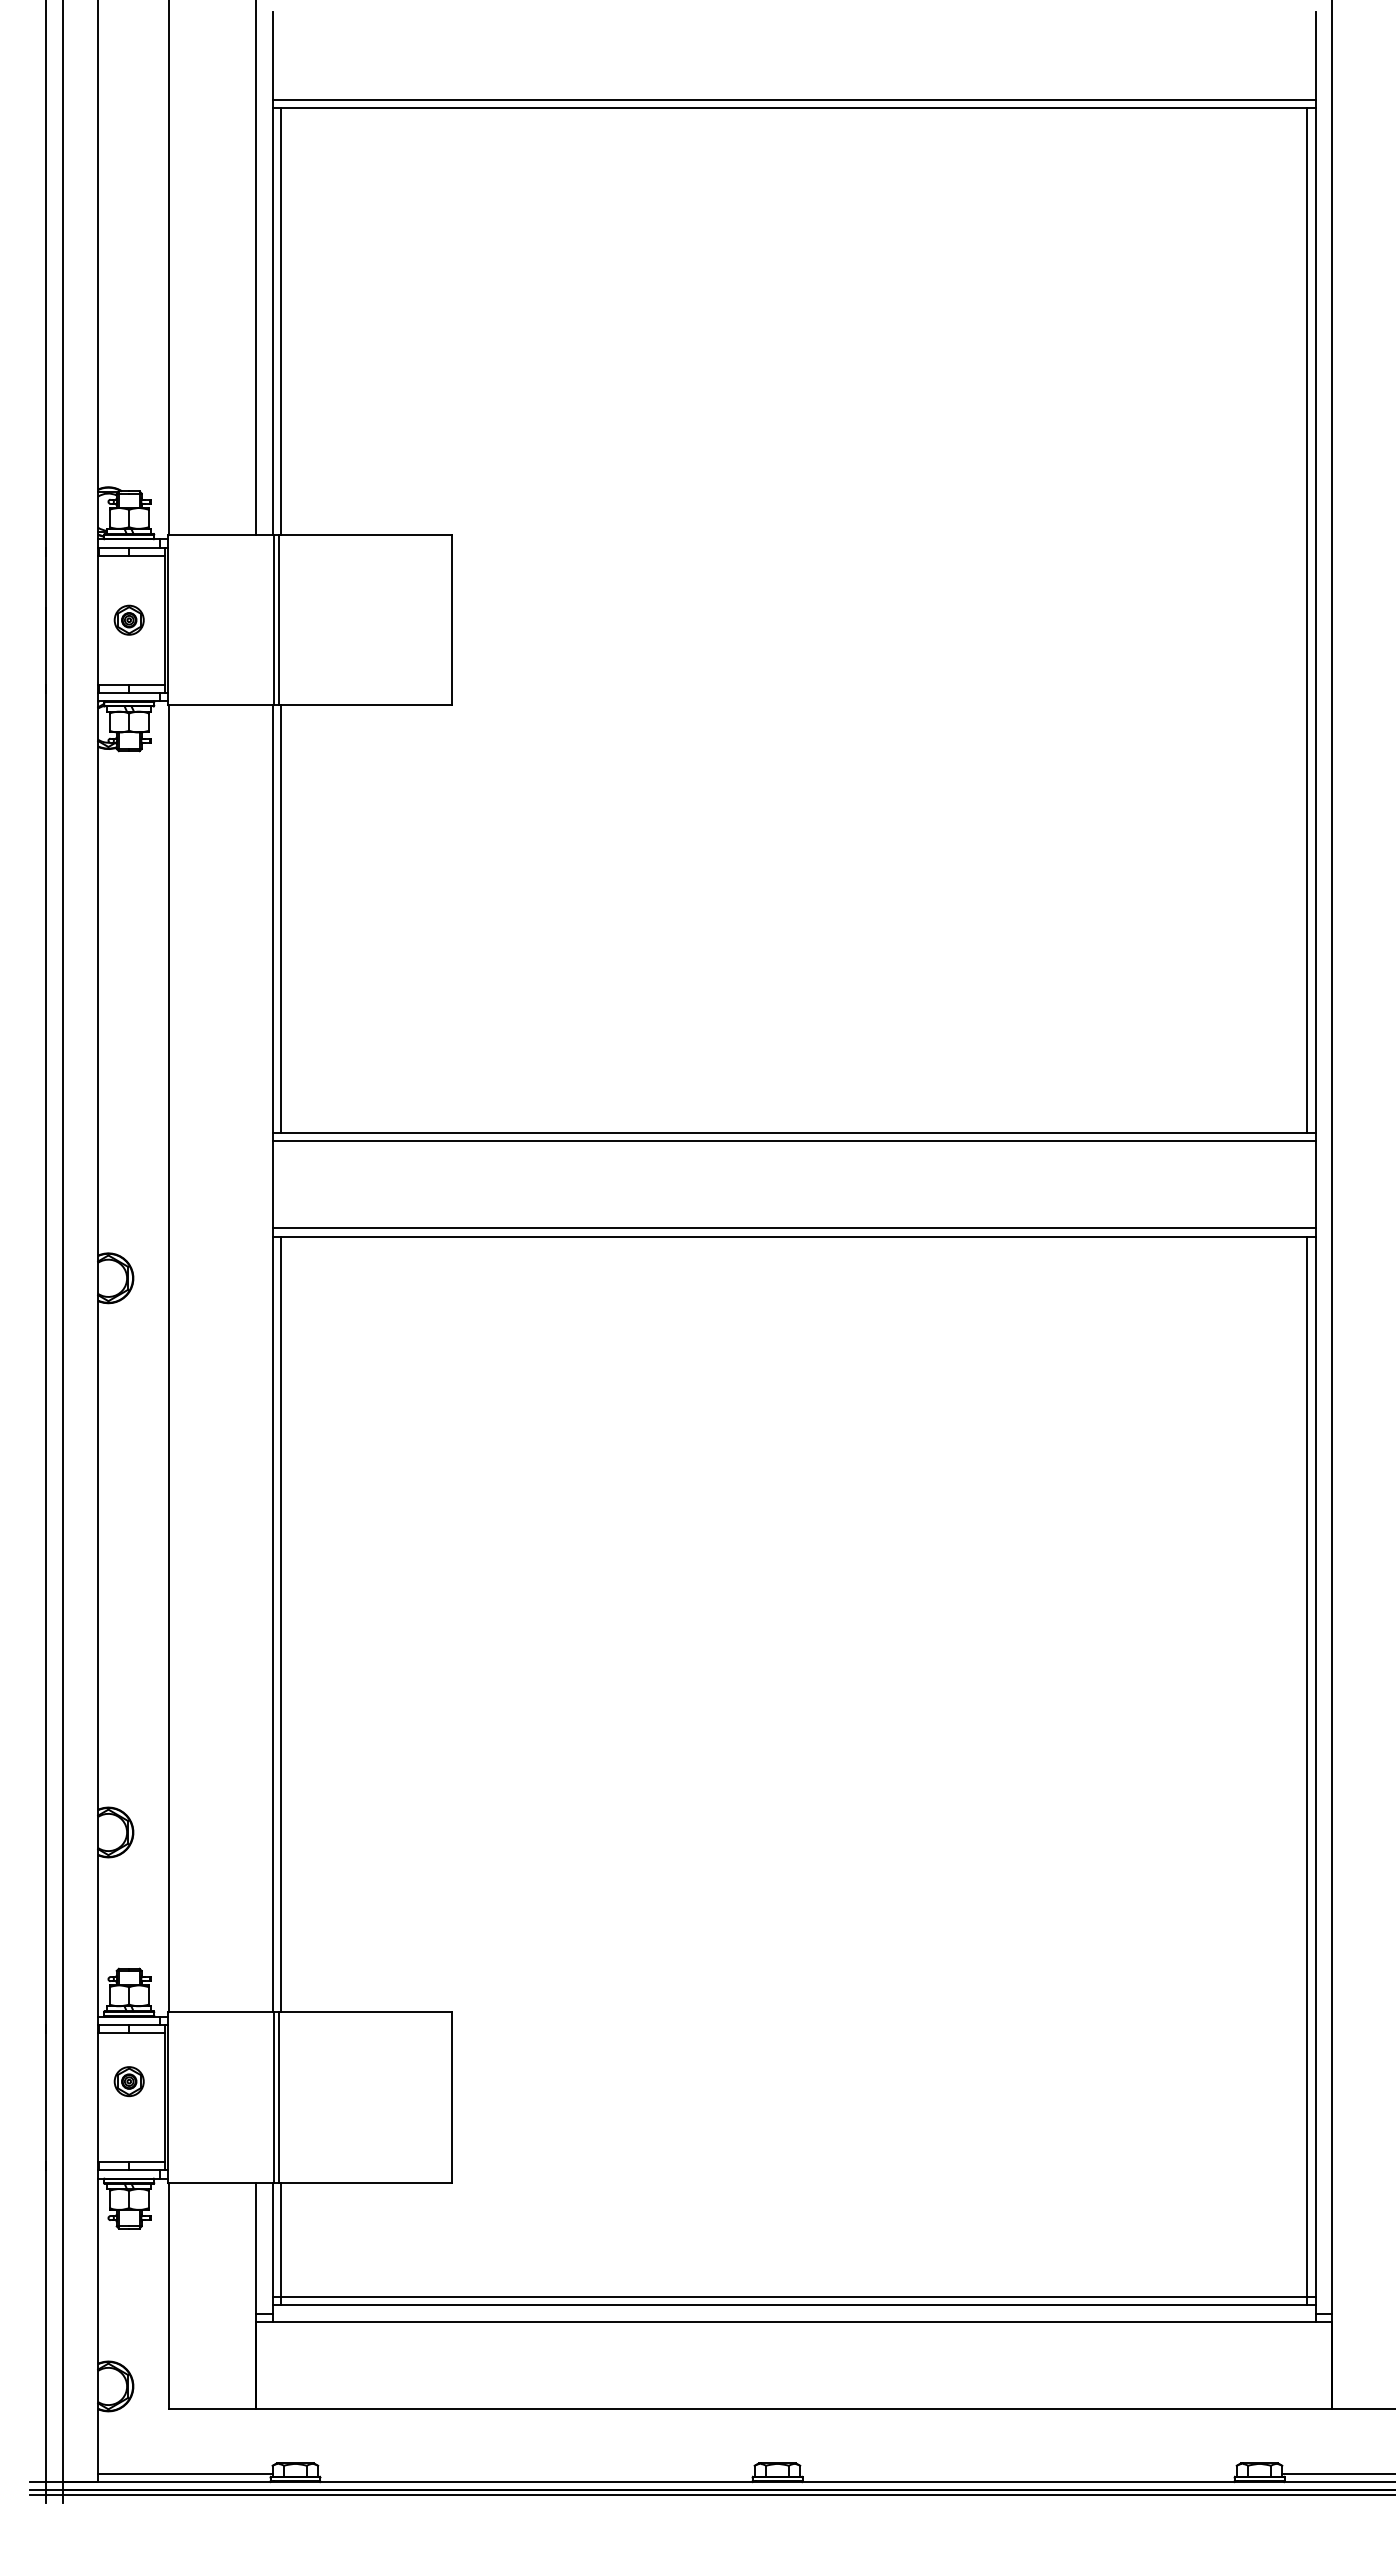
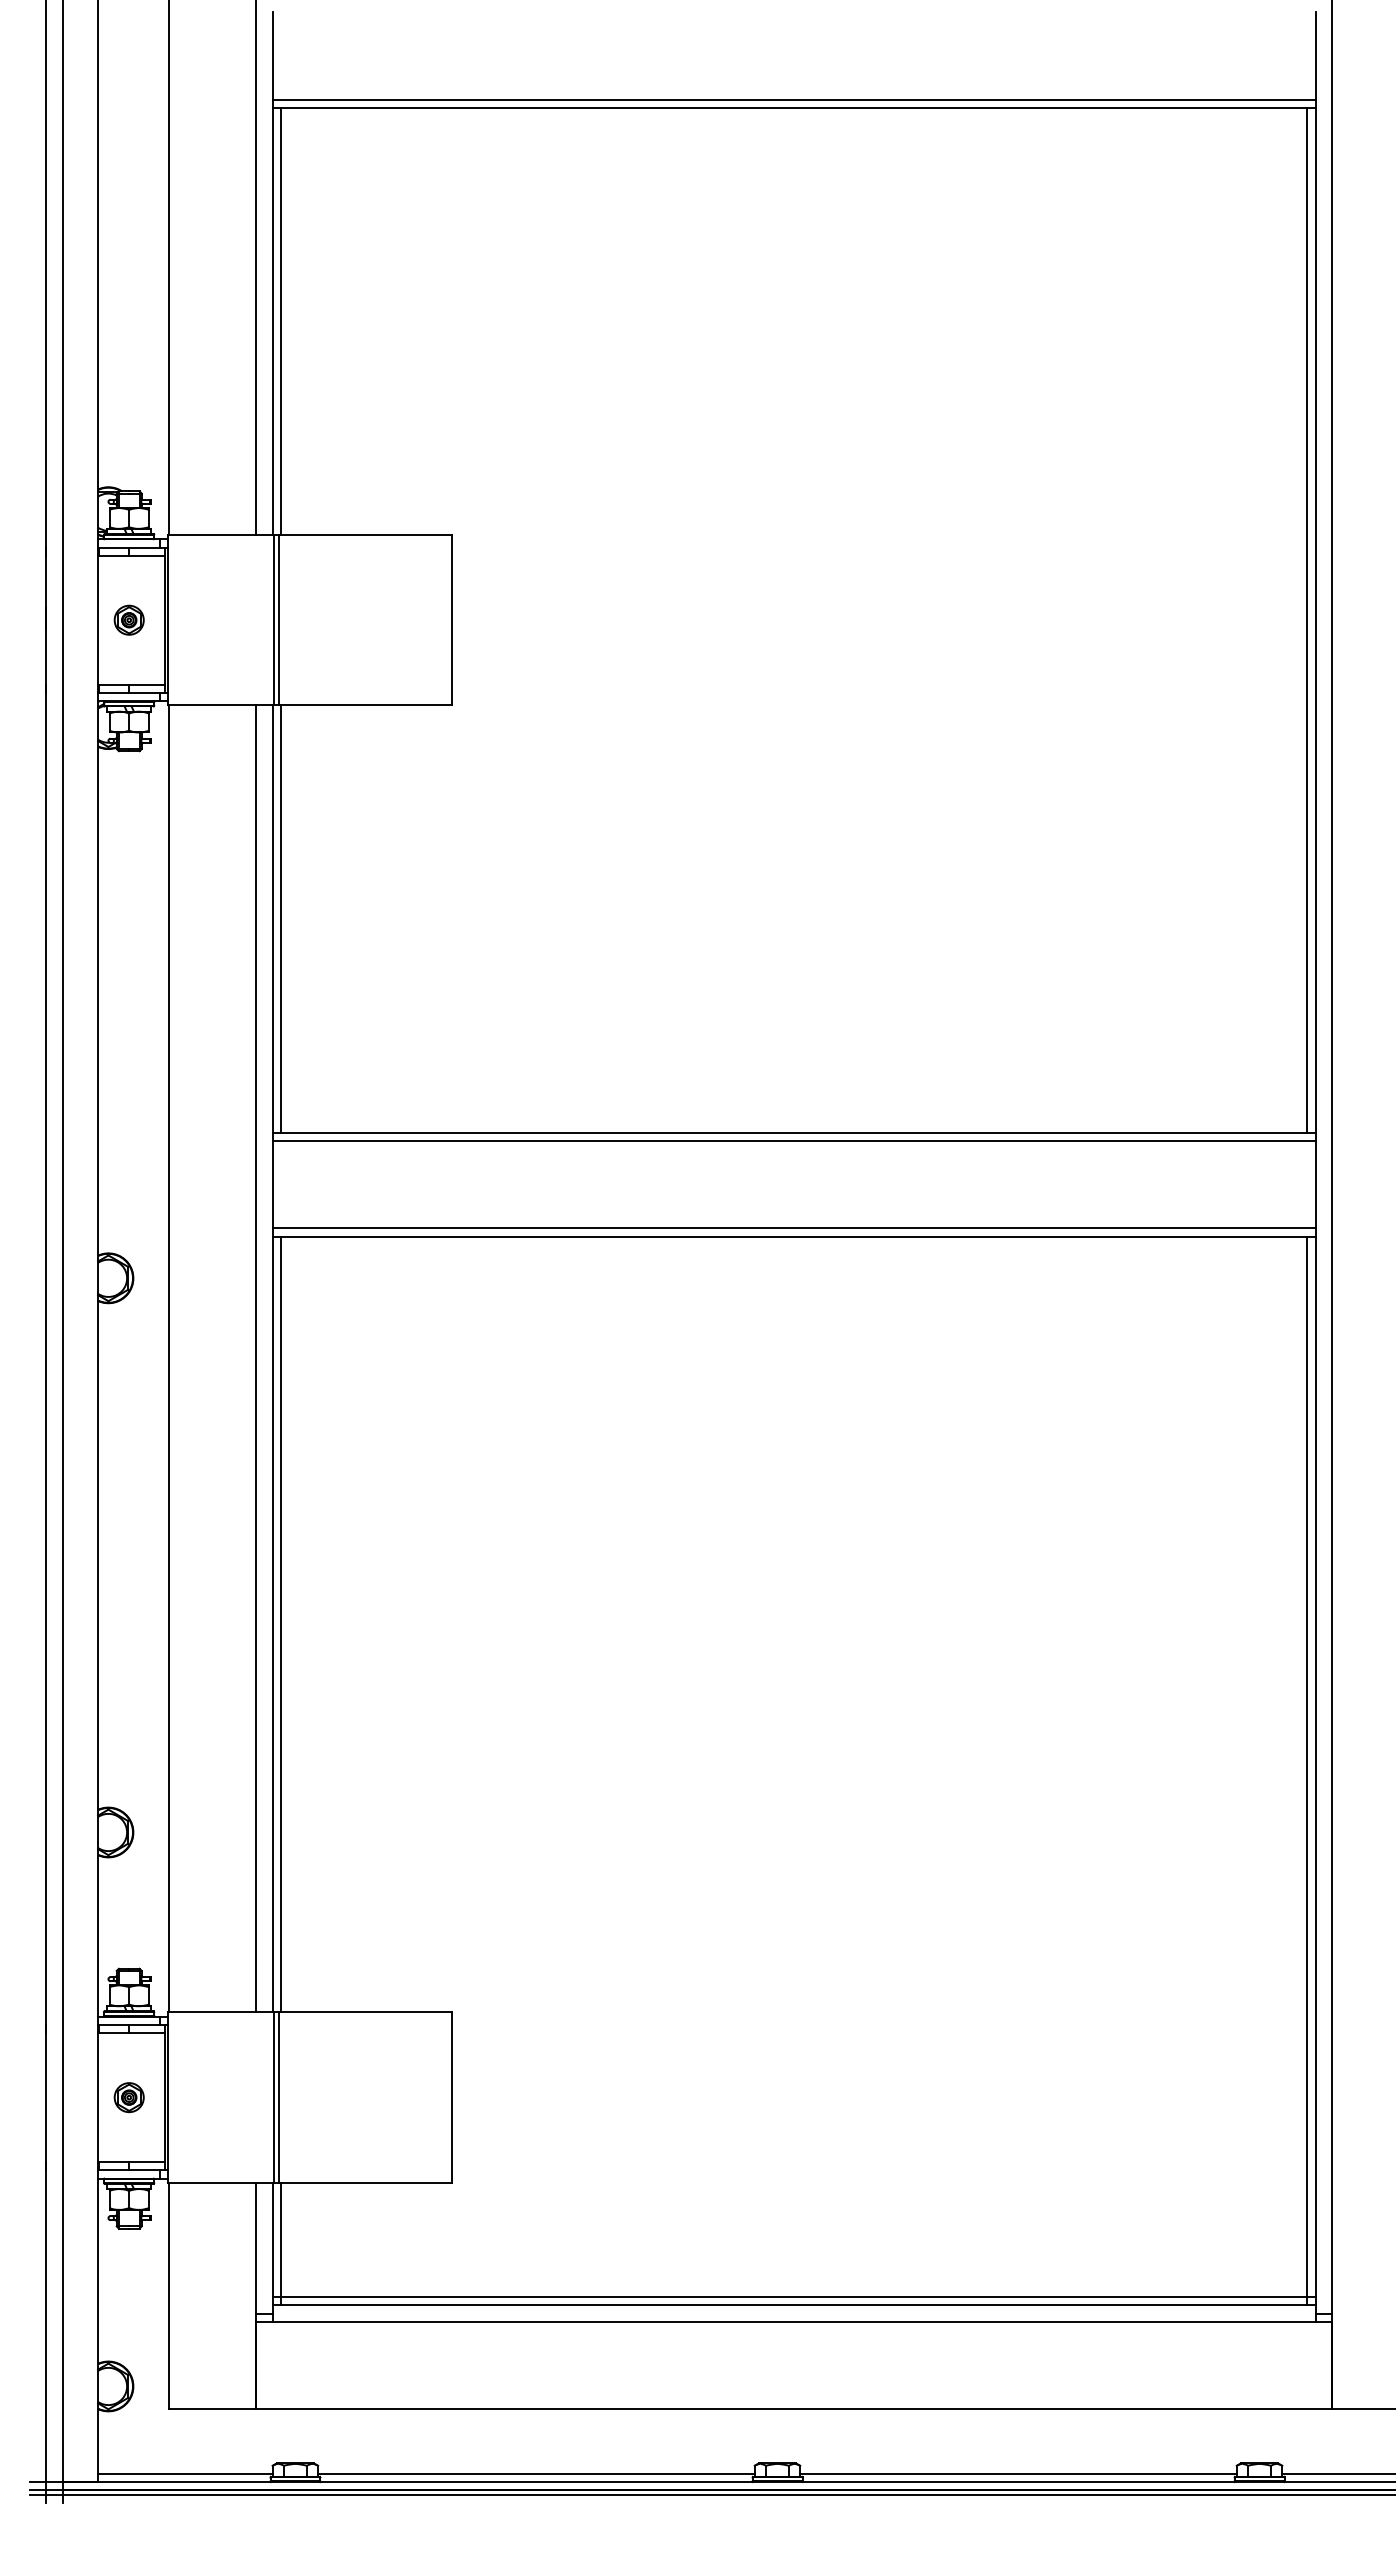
line at (256, 1358): none -> present
part at (128, 2081) position: (128, 2081) -> (128, 2097)
line at (536, 2473): none -> present
line at (1018, 2473): none -> present
